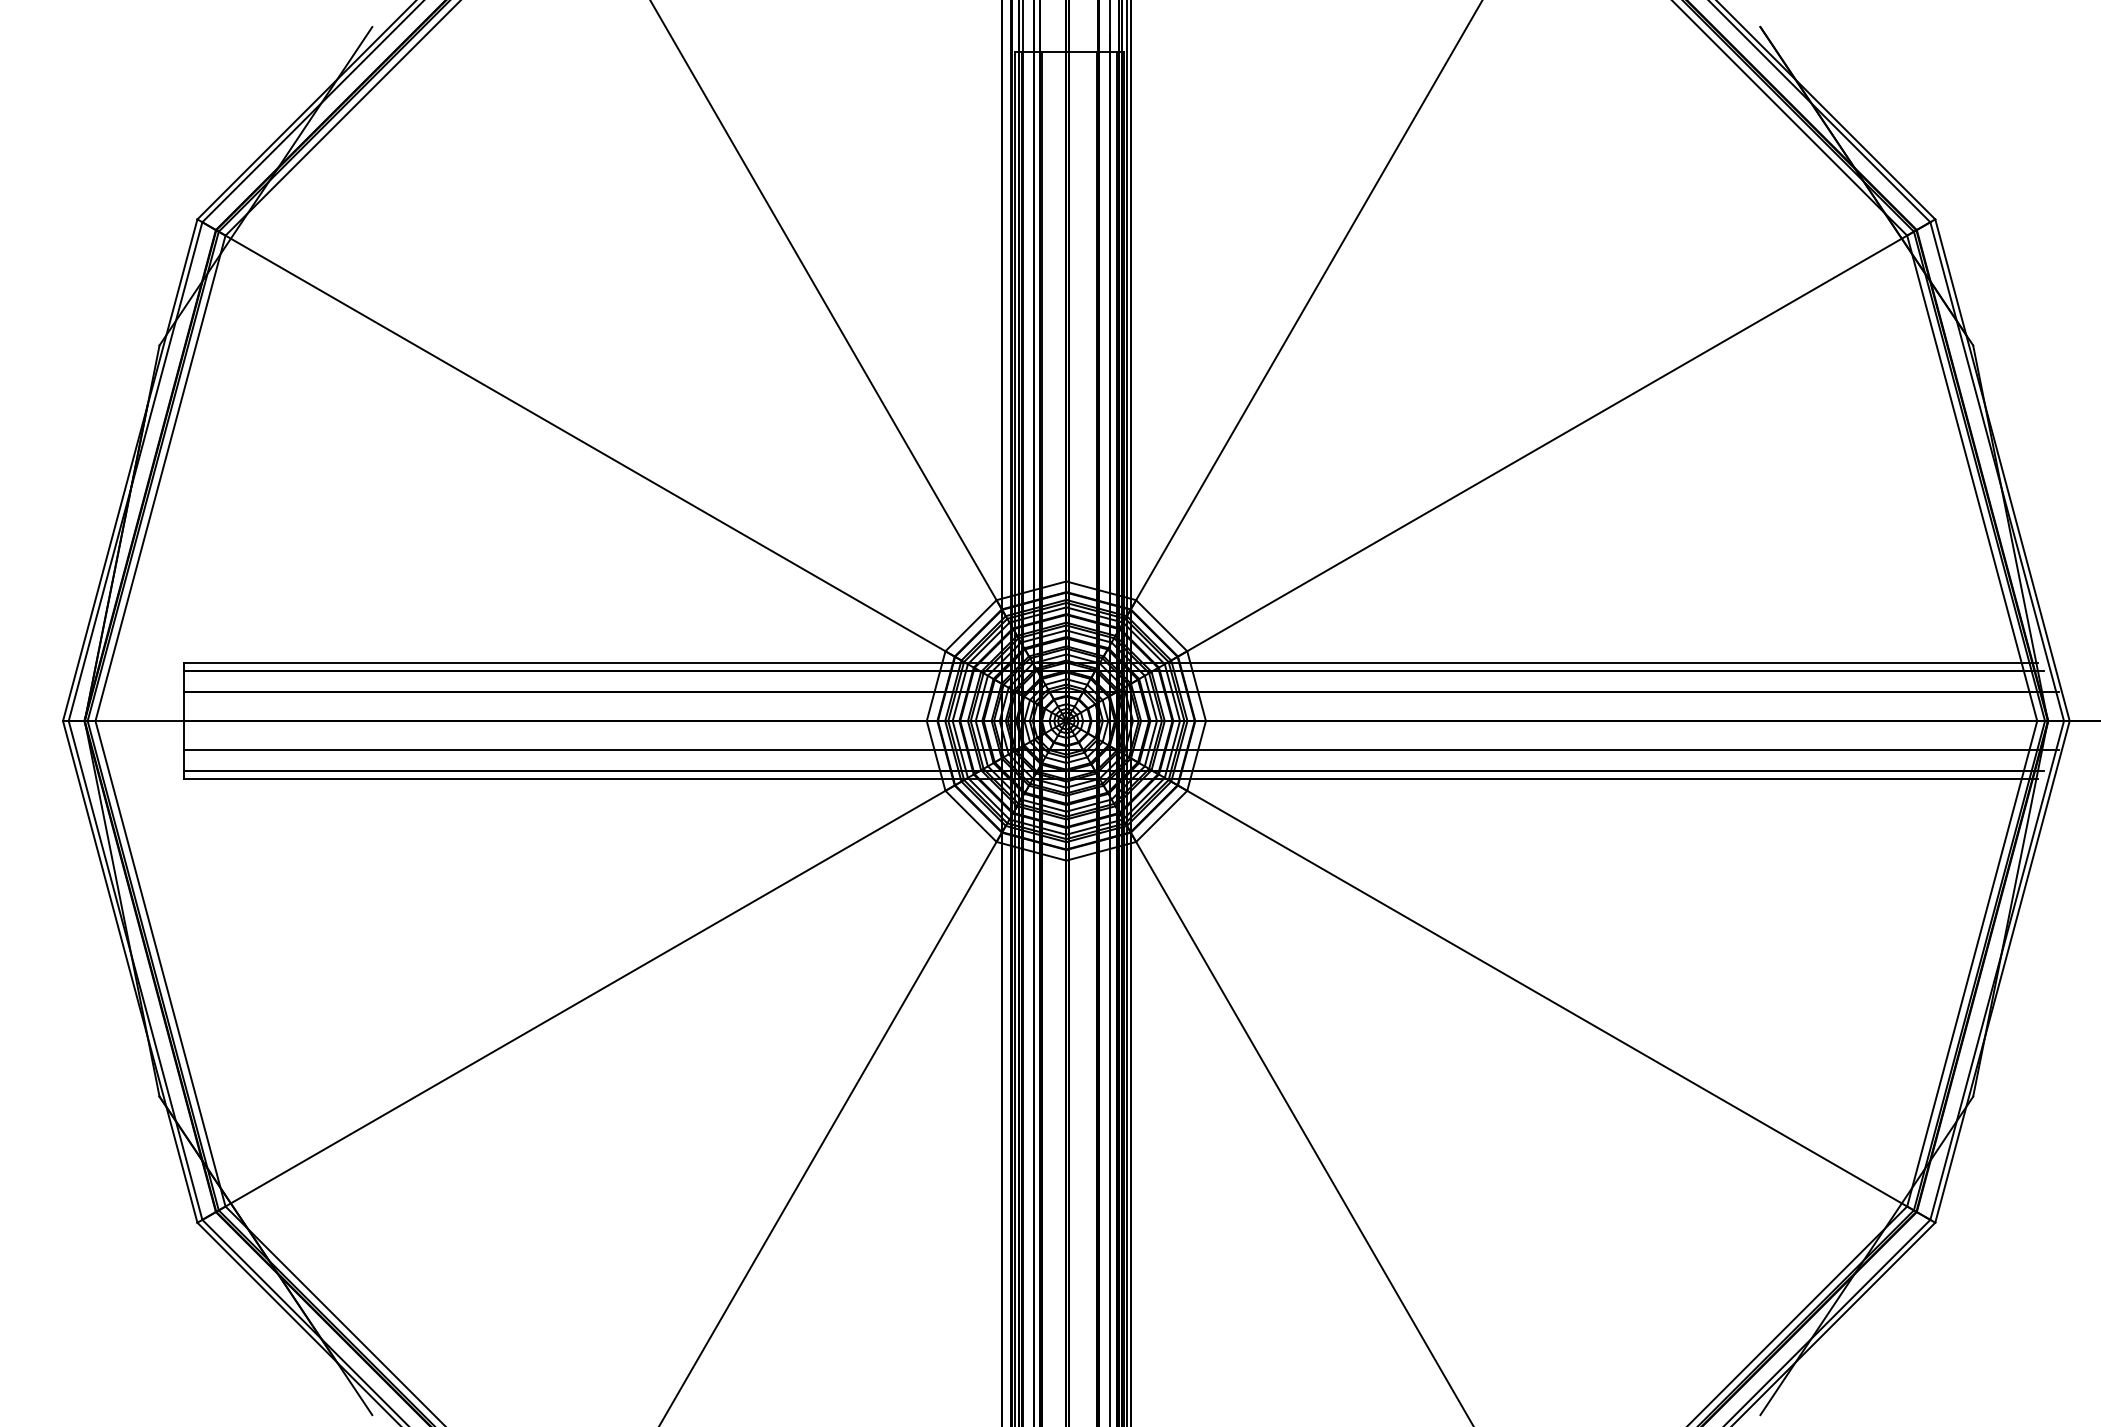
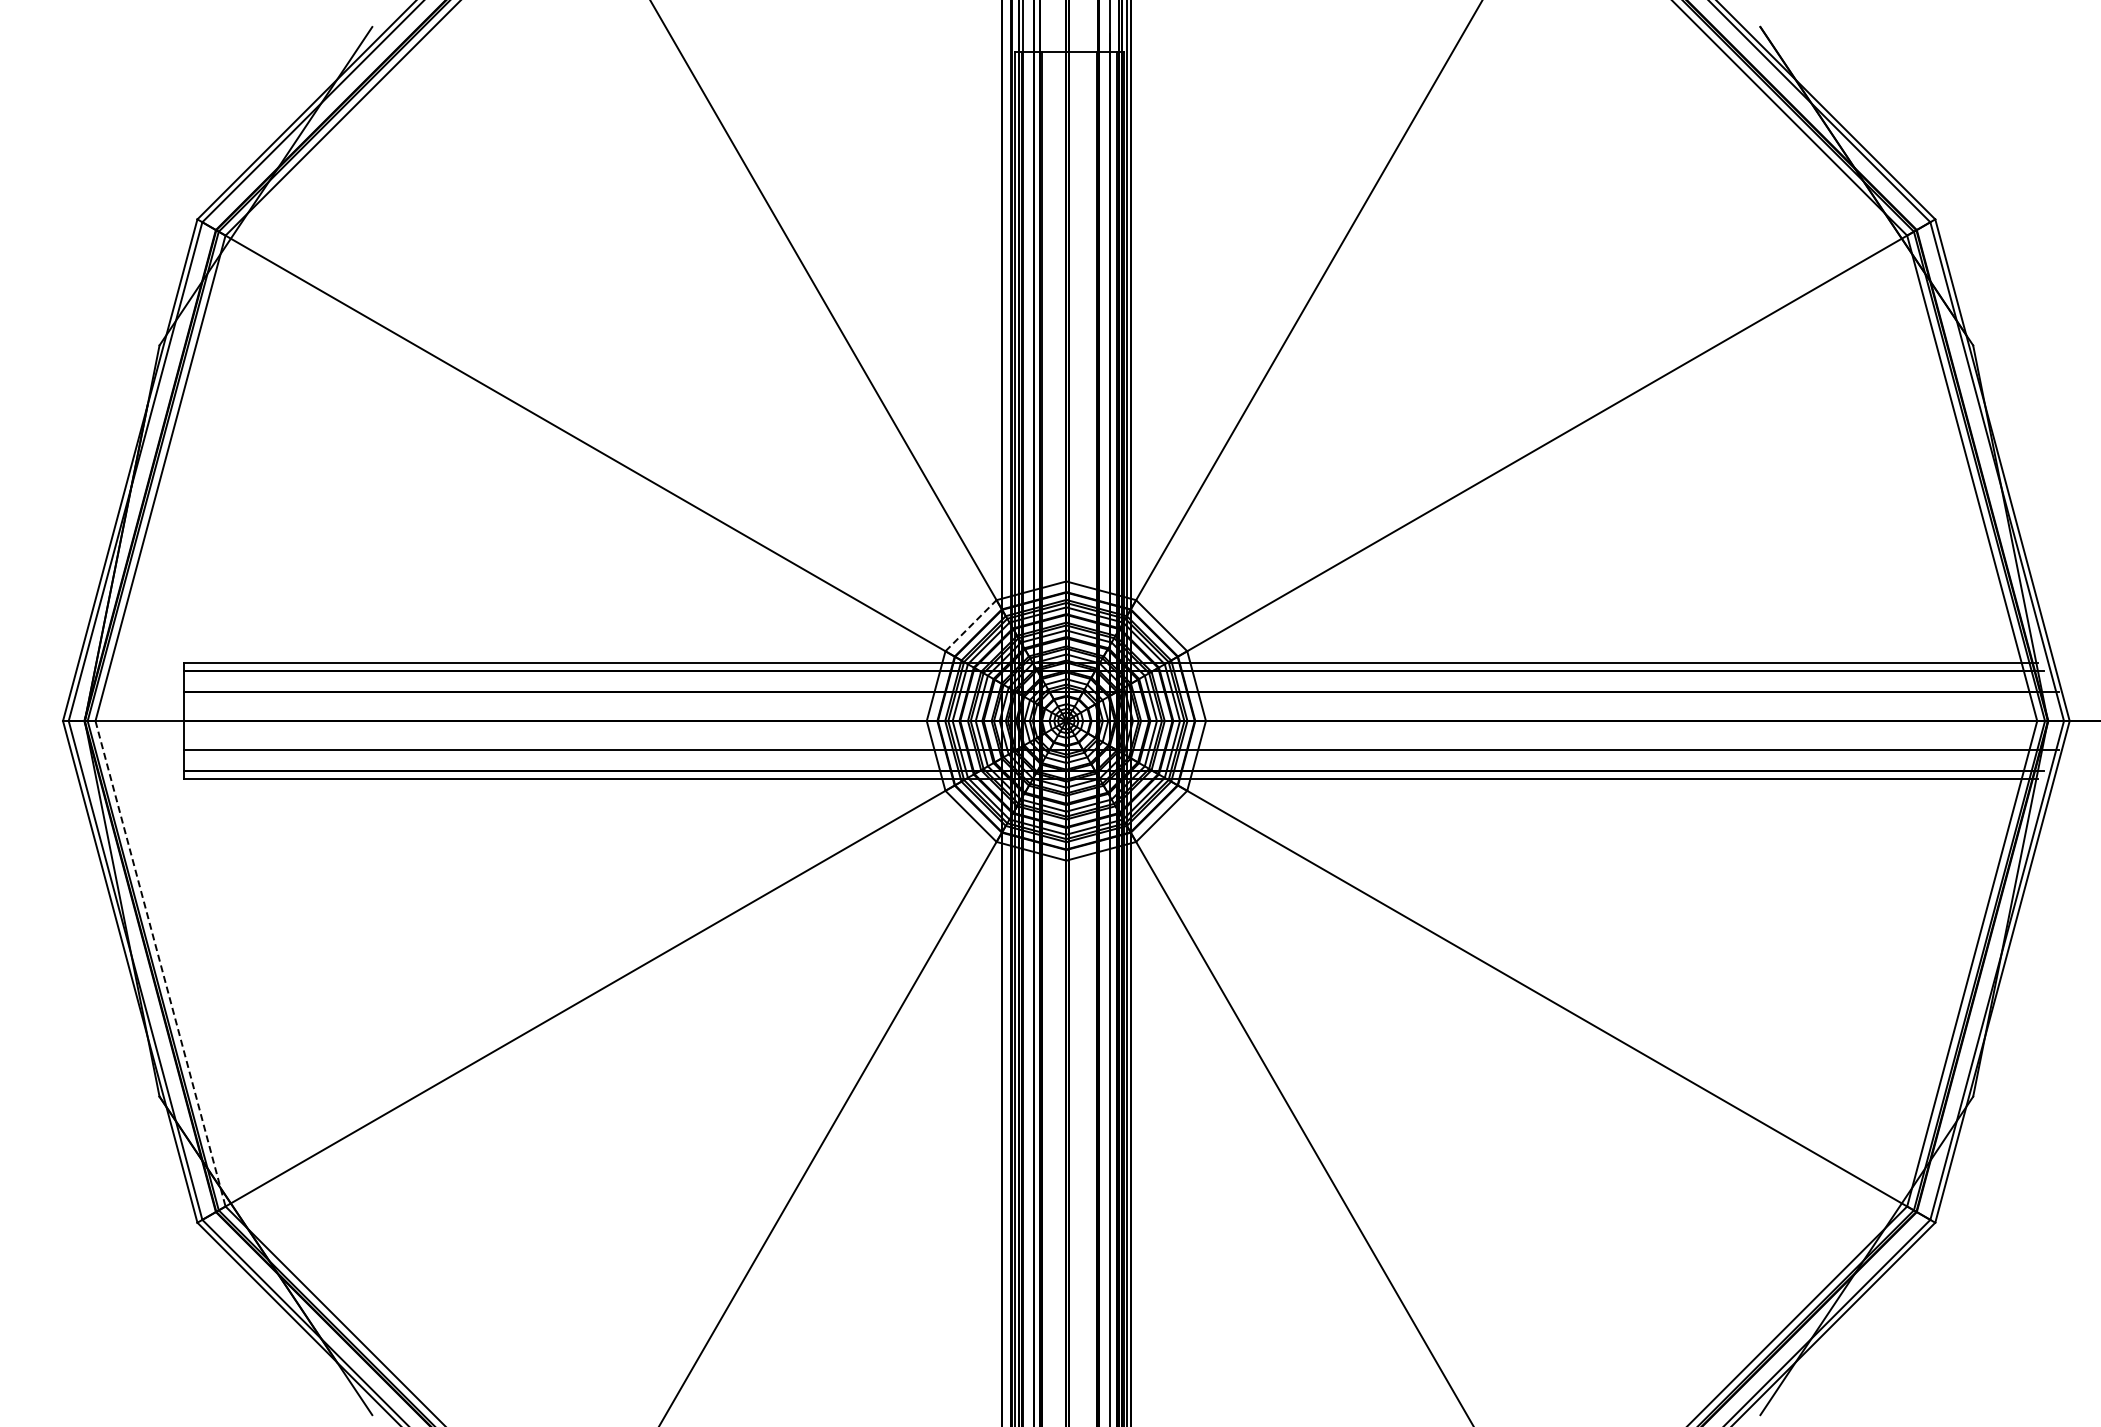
line at (971, 625): solid -> dashed
line at (160, 964): solid -> dashed
